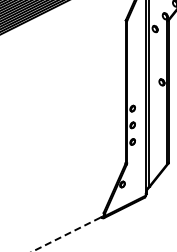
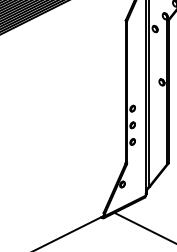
line at (143, 227): none -> present
line at (67, 233): dashed -> solid
